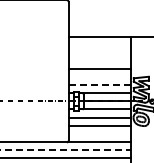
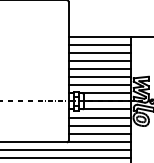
line at (99, 44): none -> present
line at (99, 53): none -> present
line at (99, 61): none -> present
line at (99, 77): none -> present
line at (100, 85): dashed -> solid
line at (99, 133): none -> present
line at (65, 149): dashed -> solid
